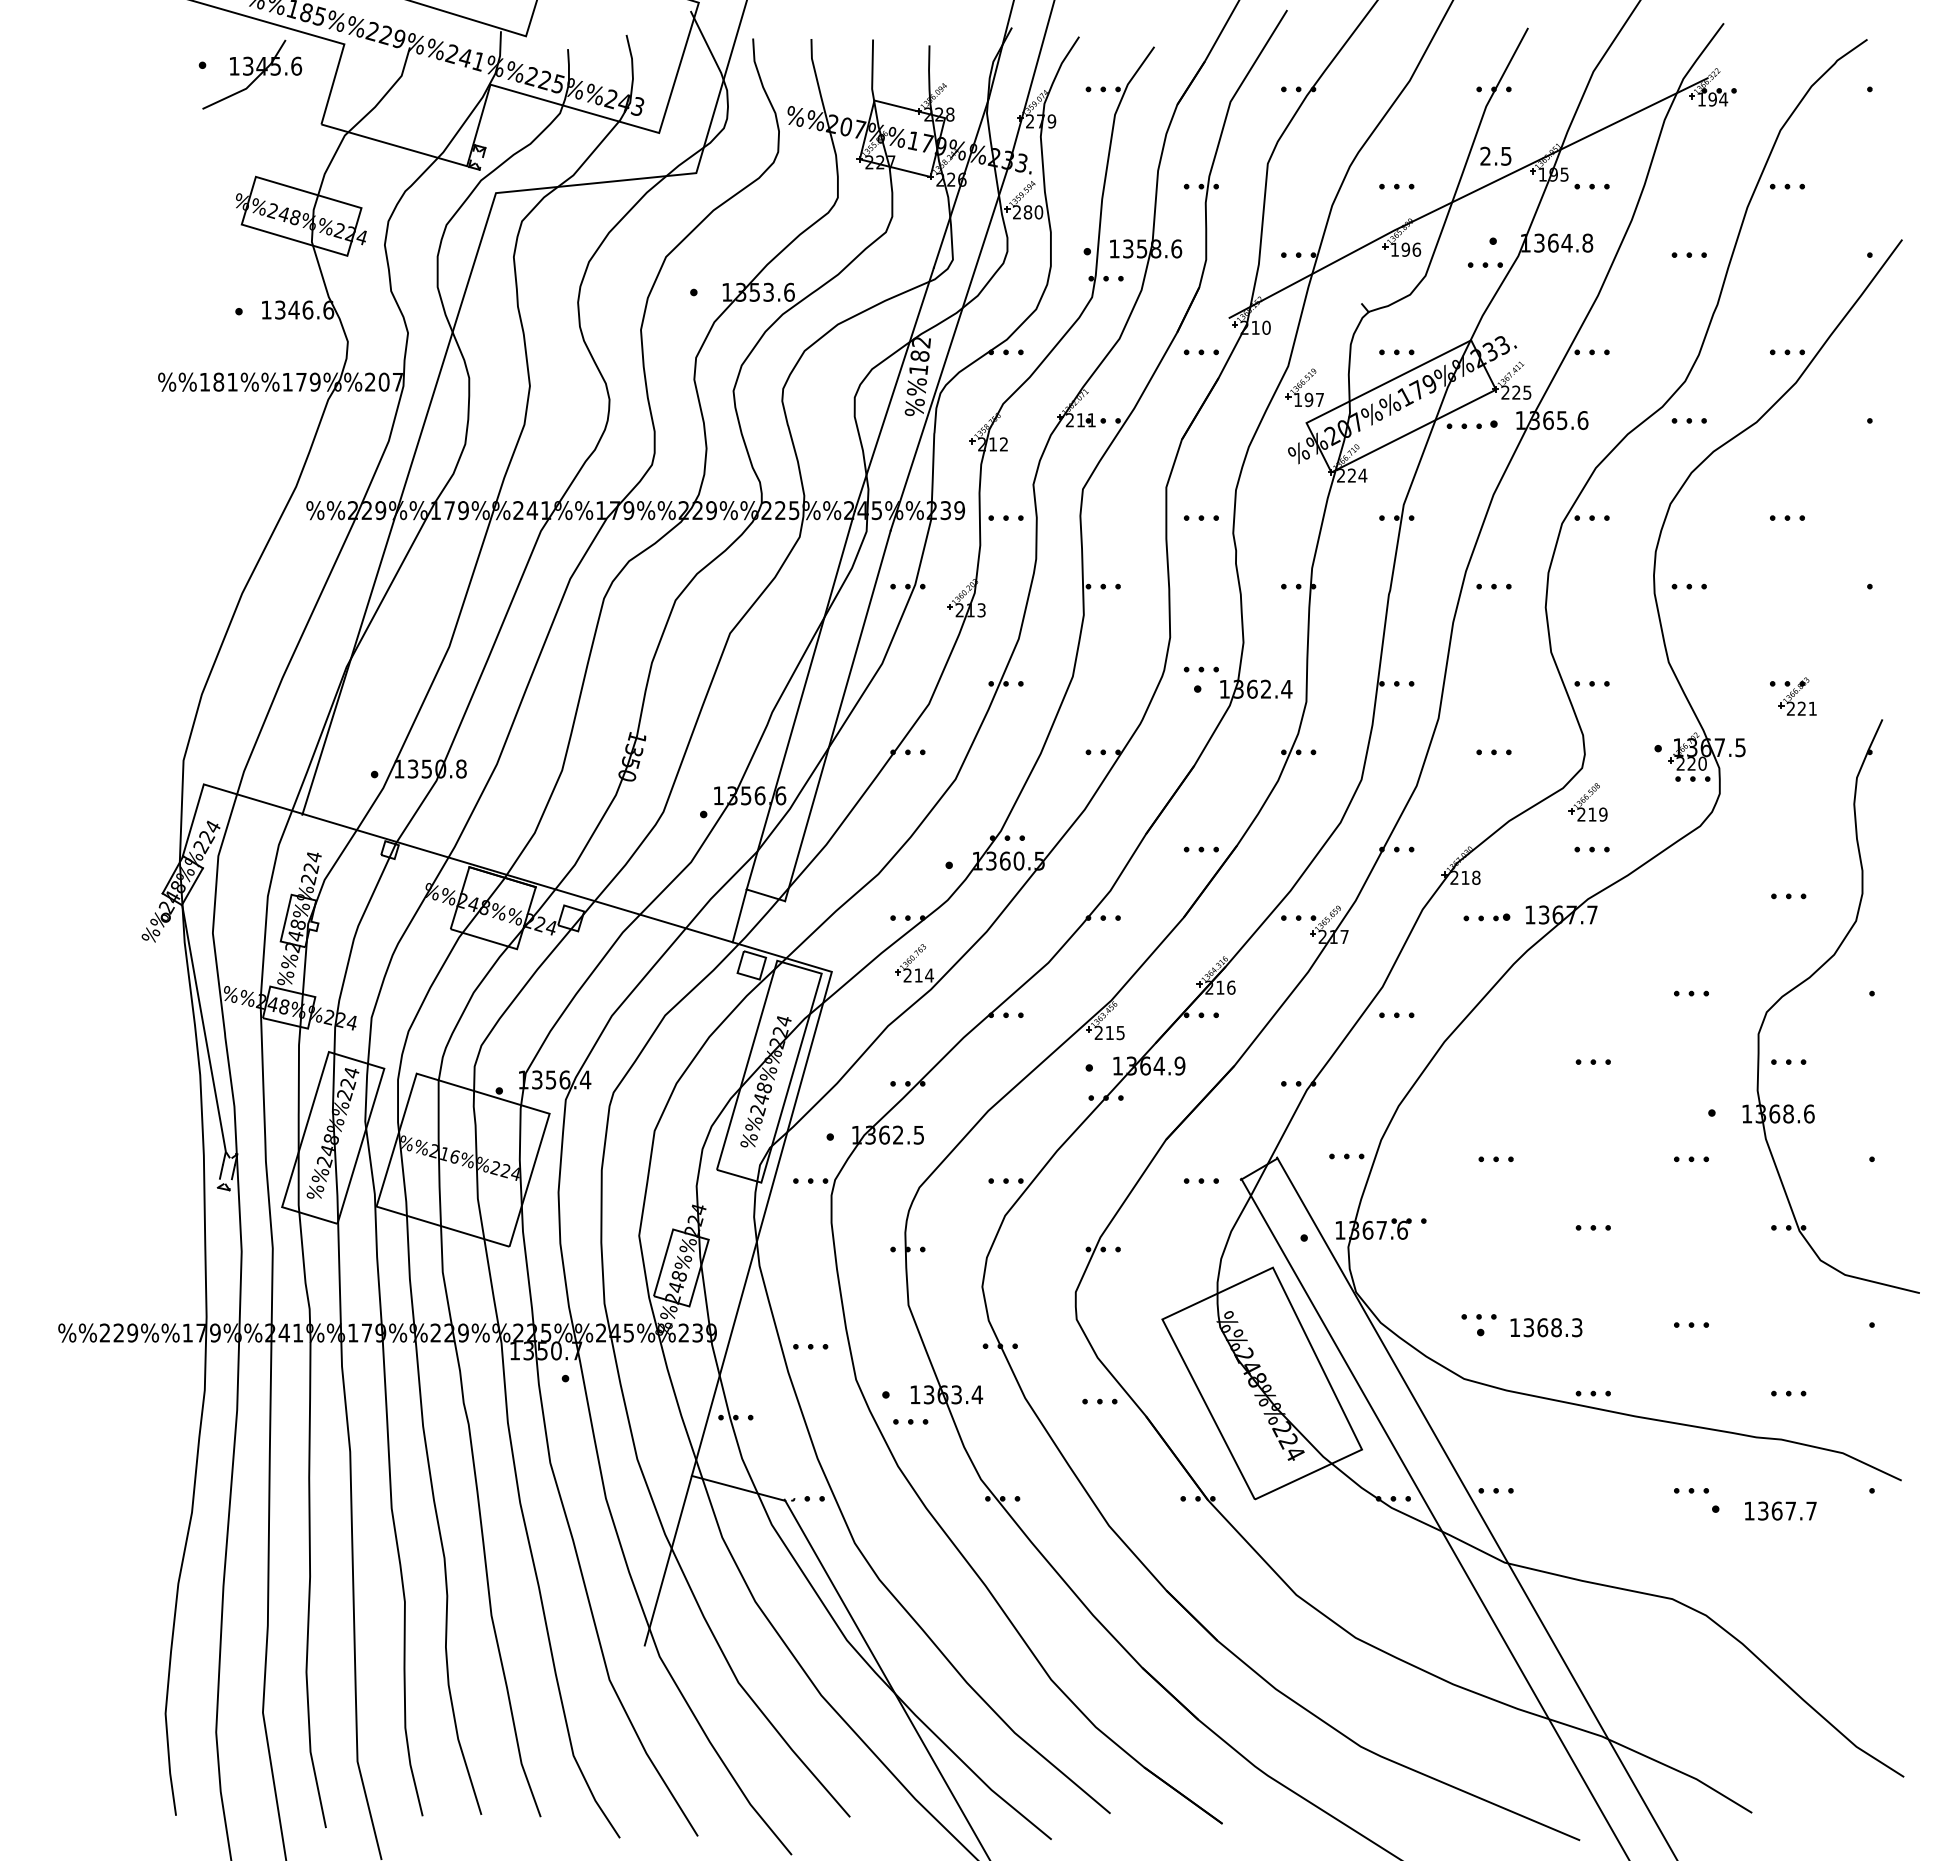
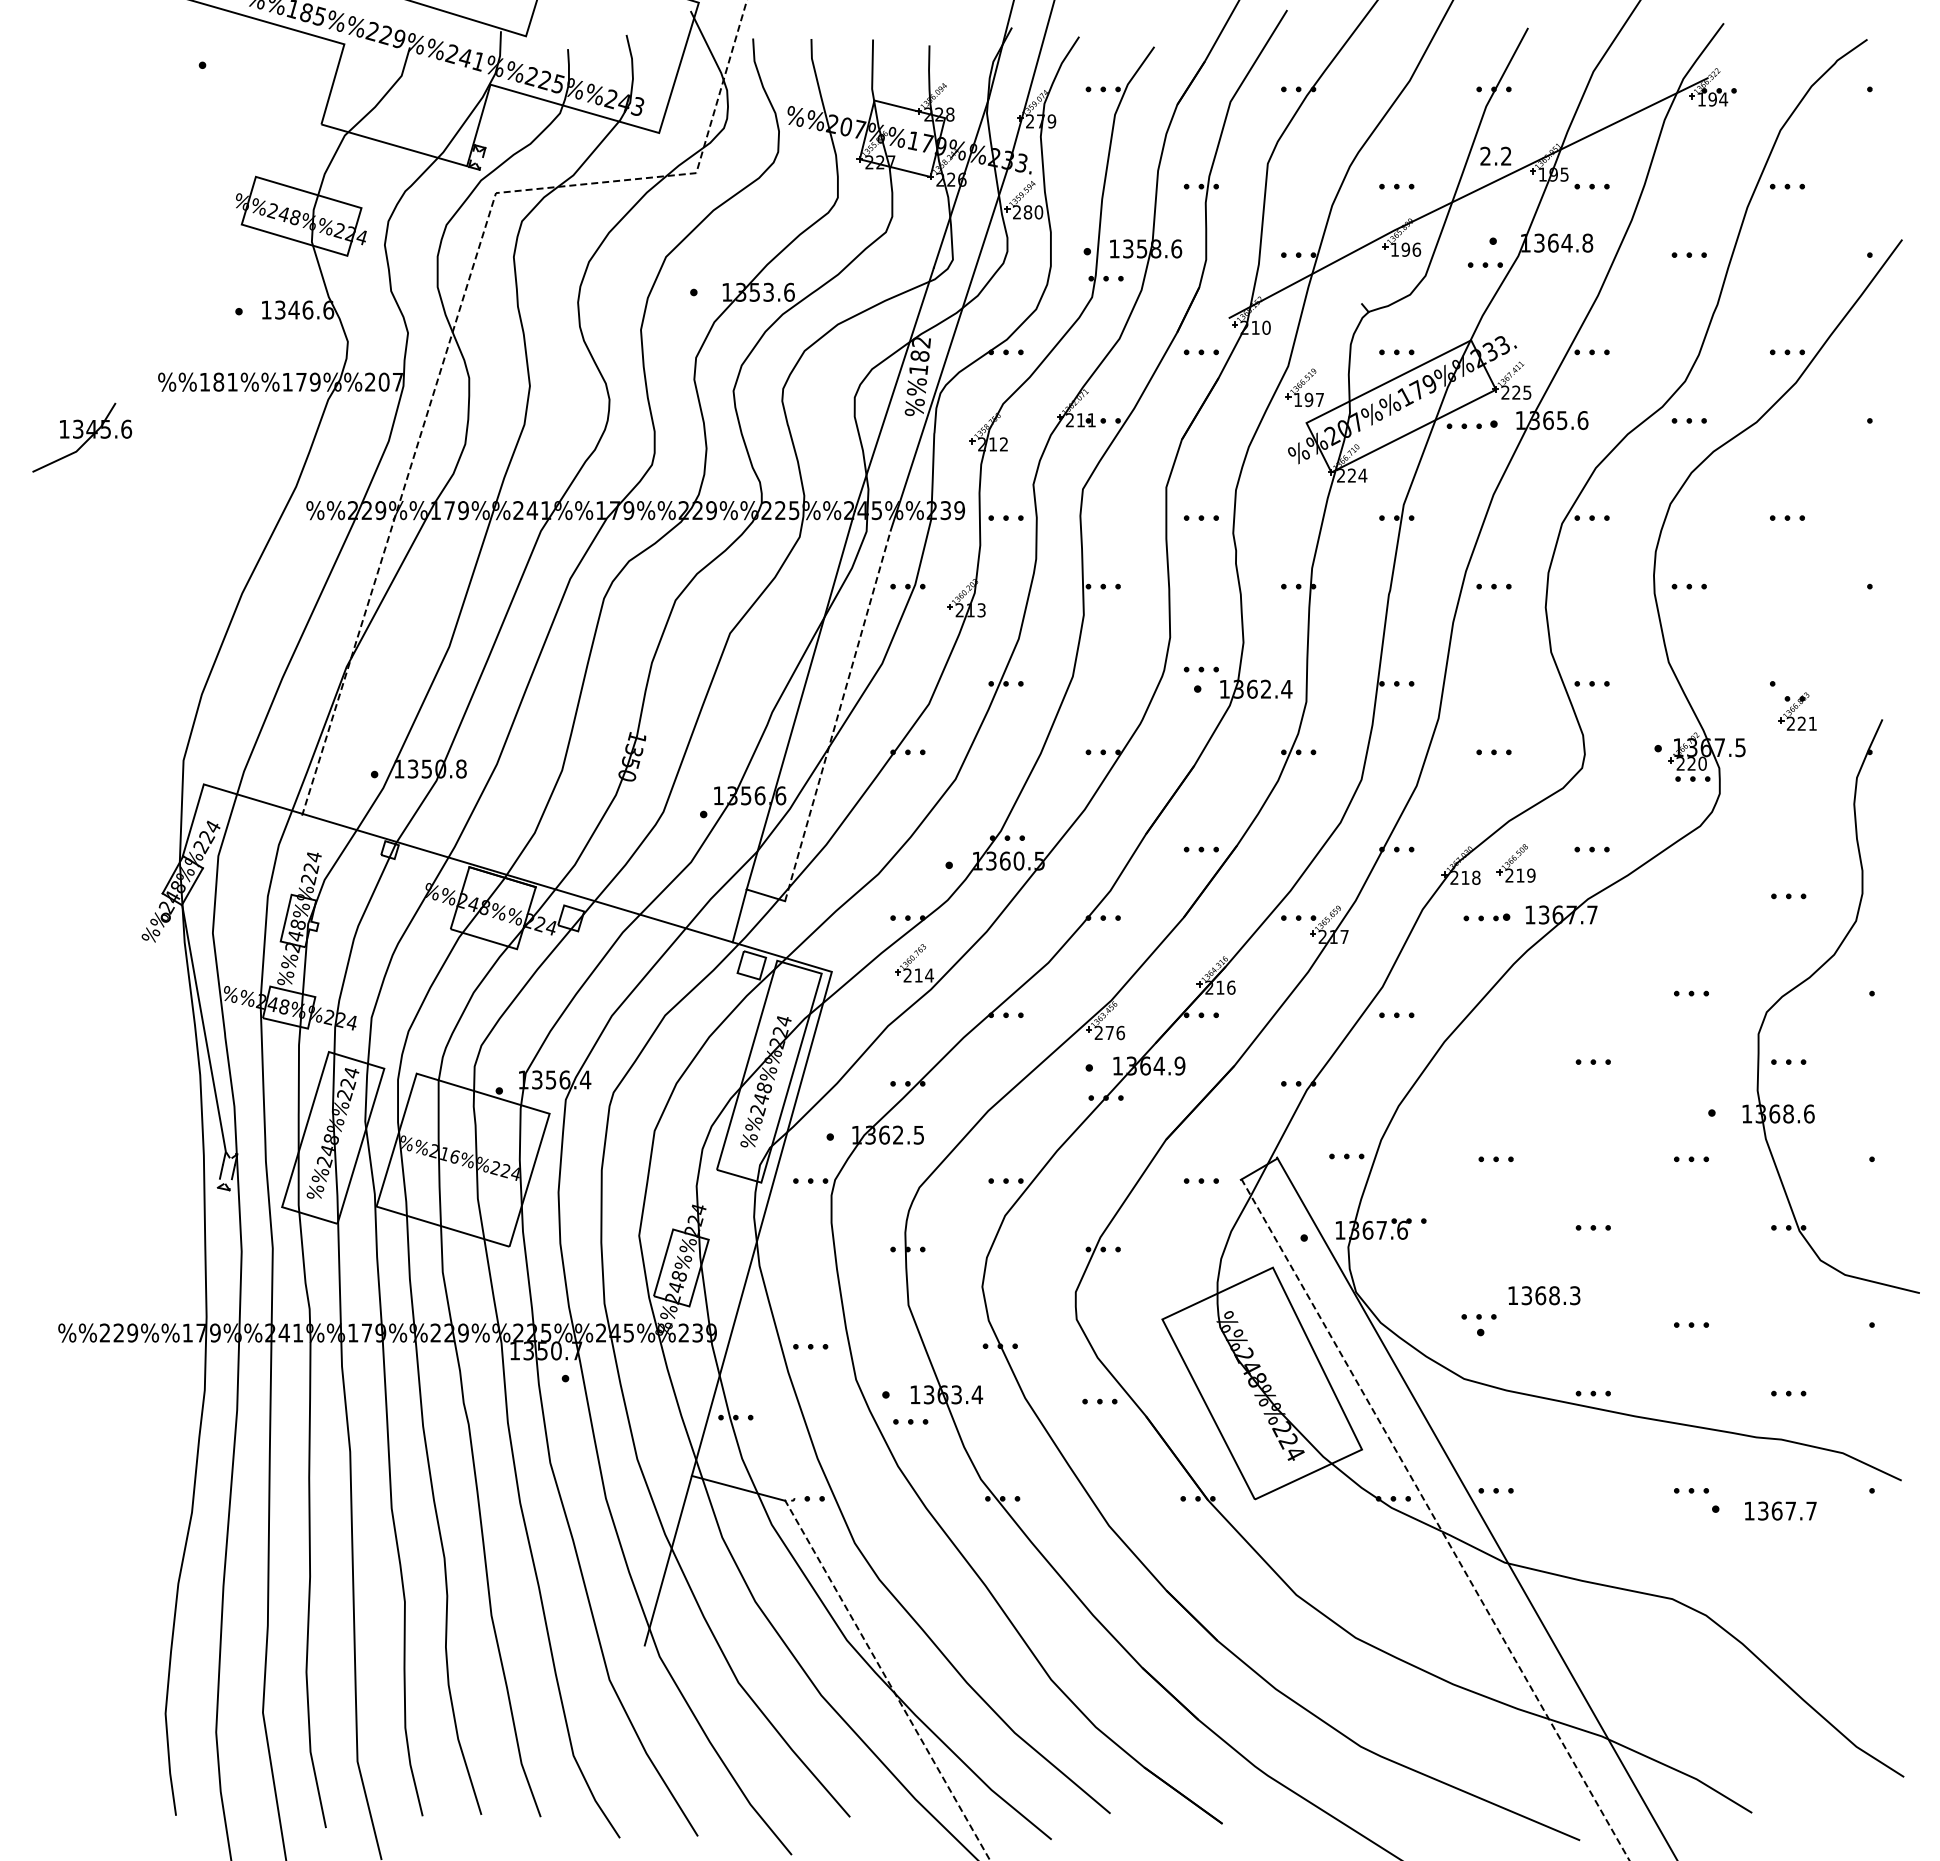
part at (252, 74) position: (252, 74) -> (82, 437)
text at (1506, 155): 2.5 -> 2.2
line at (455, 321): solid -> dashed
part at (1797, 696) position: (1797, 696) -> (1797, 711)
line at (837, 715): solid -> dashed
part at (1587, 802) position: (1587, 802) -> (1515, 863)
text at (1115, 1032): 215 -> 276
text at (1546, 1327) position: (1546, 1327) -> (1544, 1295)
line at (1435, 1520): solid -> dashed
line at (887, 1680): solid -> dashed
